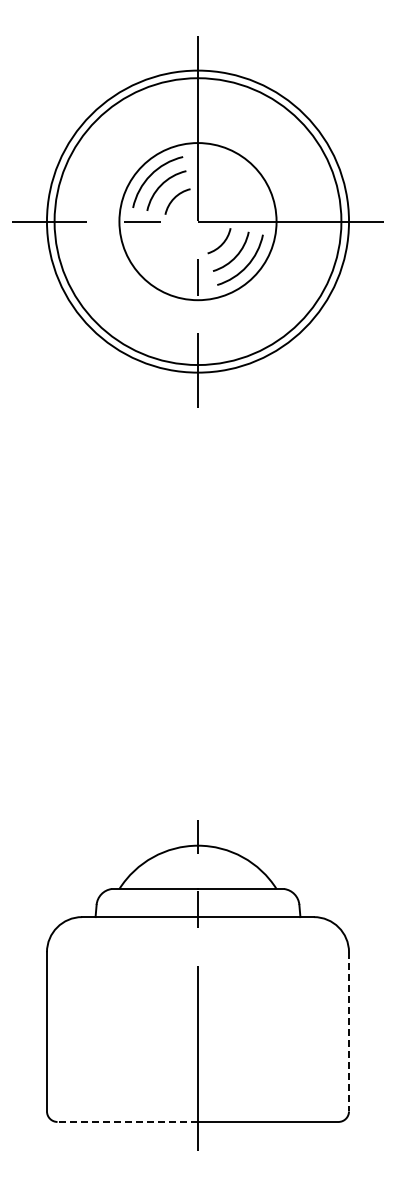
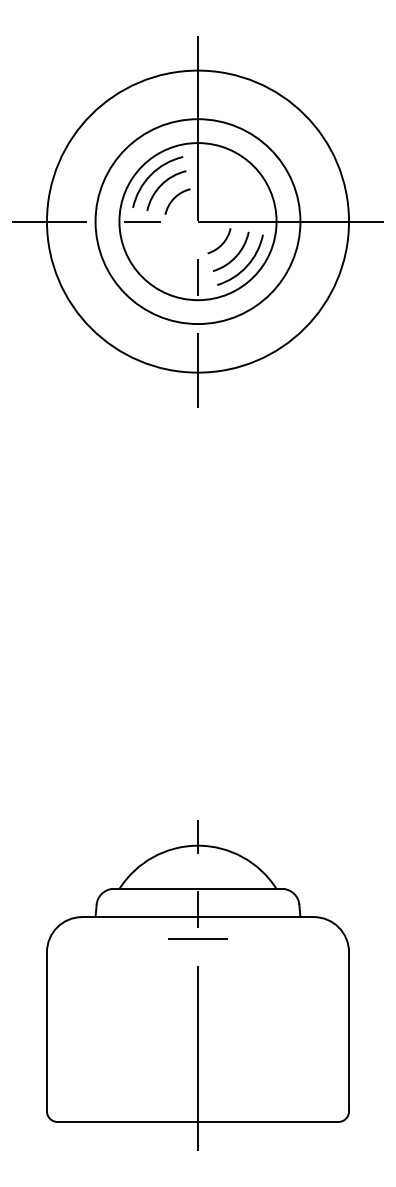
circle at (197, 221) diameter: 287 px -> 205 px
line at (197, 938): none -> present
line at (349, 1031): dashed -> solid
line at (127, 1121): dashed -> solid
